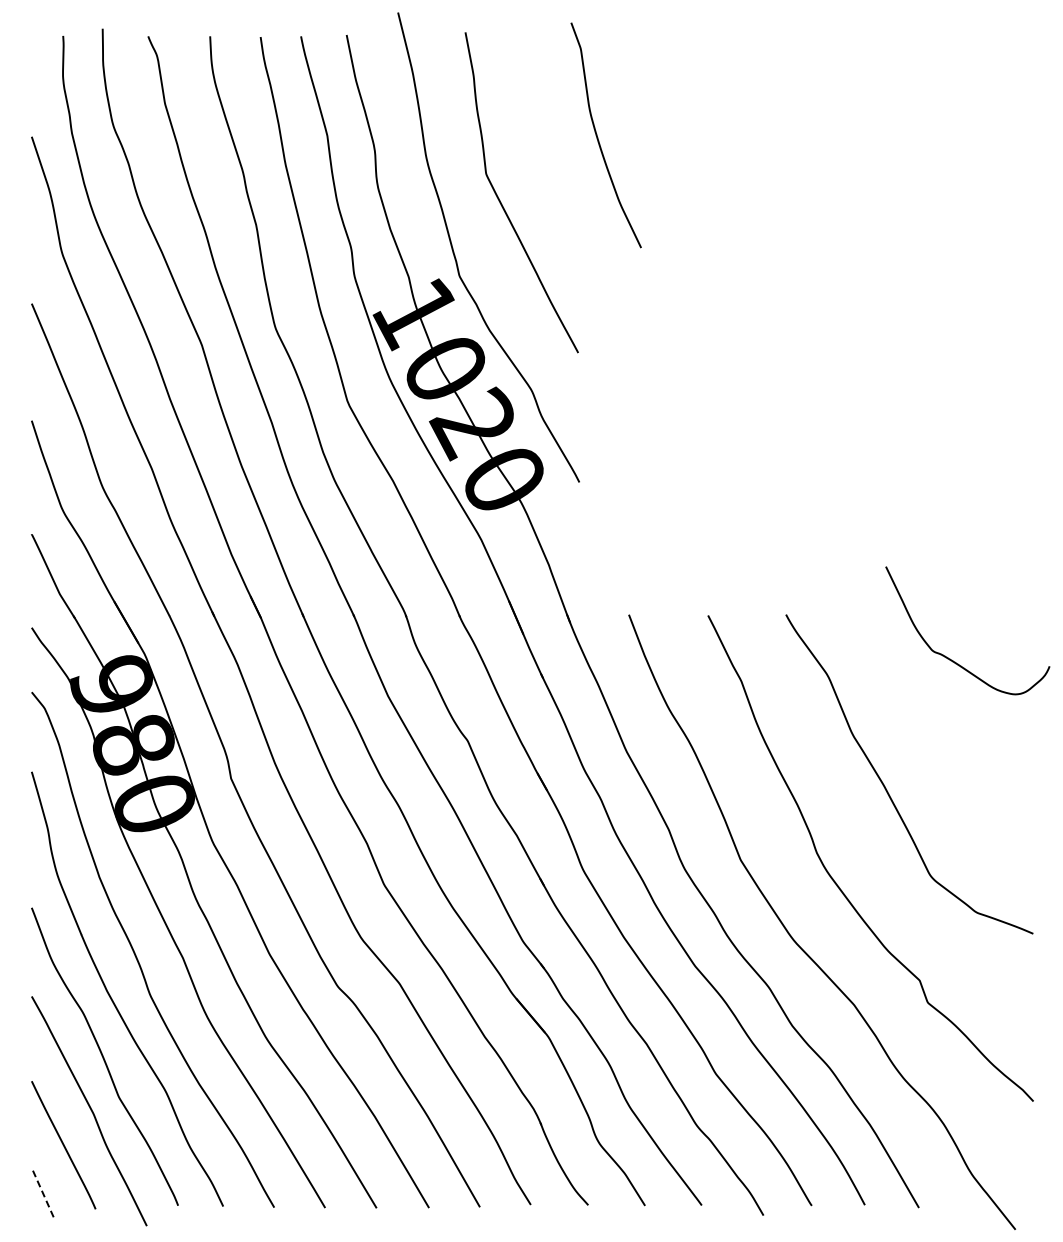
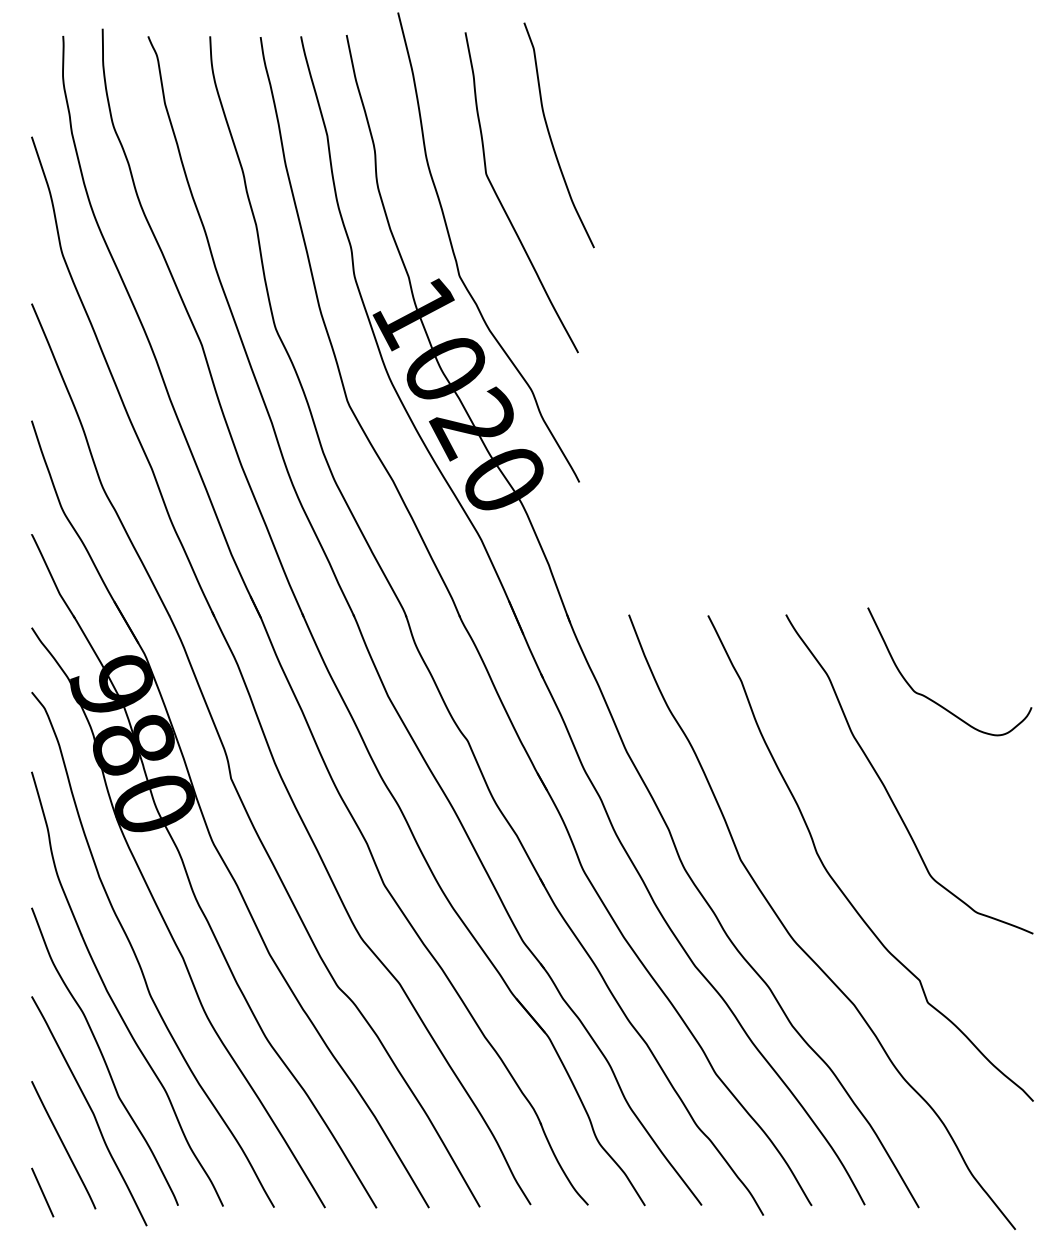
curve at (598, 137) position: (598, 137) -> (551, 137)
curve at (950, 658) position: (950, 658) -> (932, 699)
line at (42, 1192): dashed -> solid
